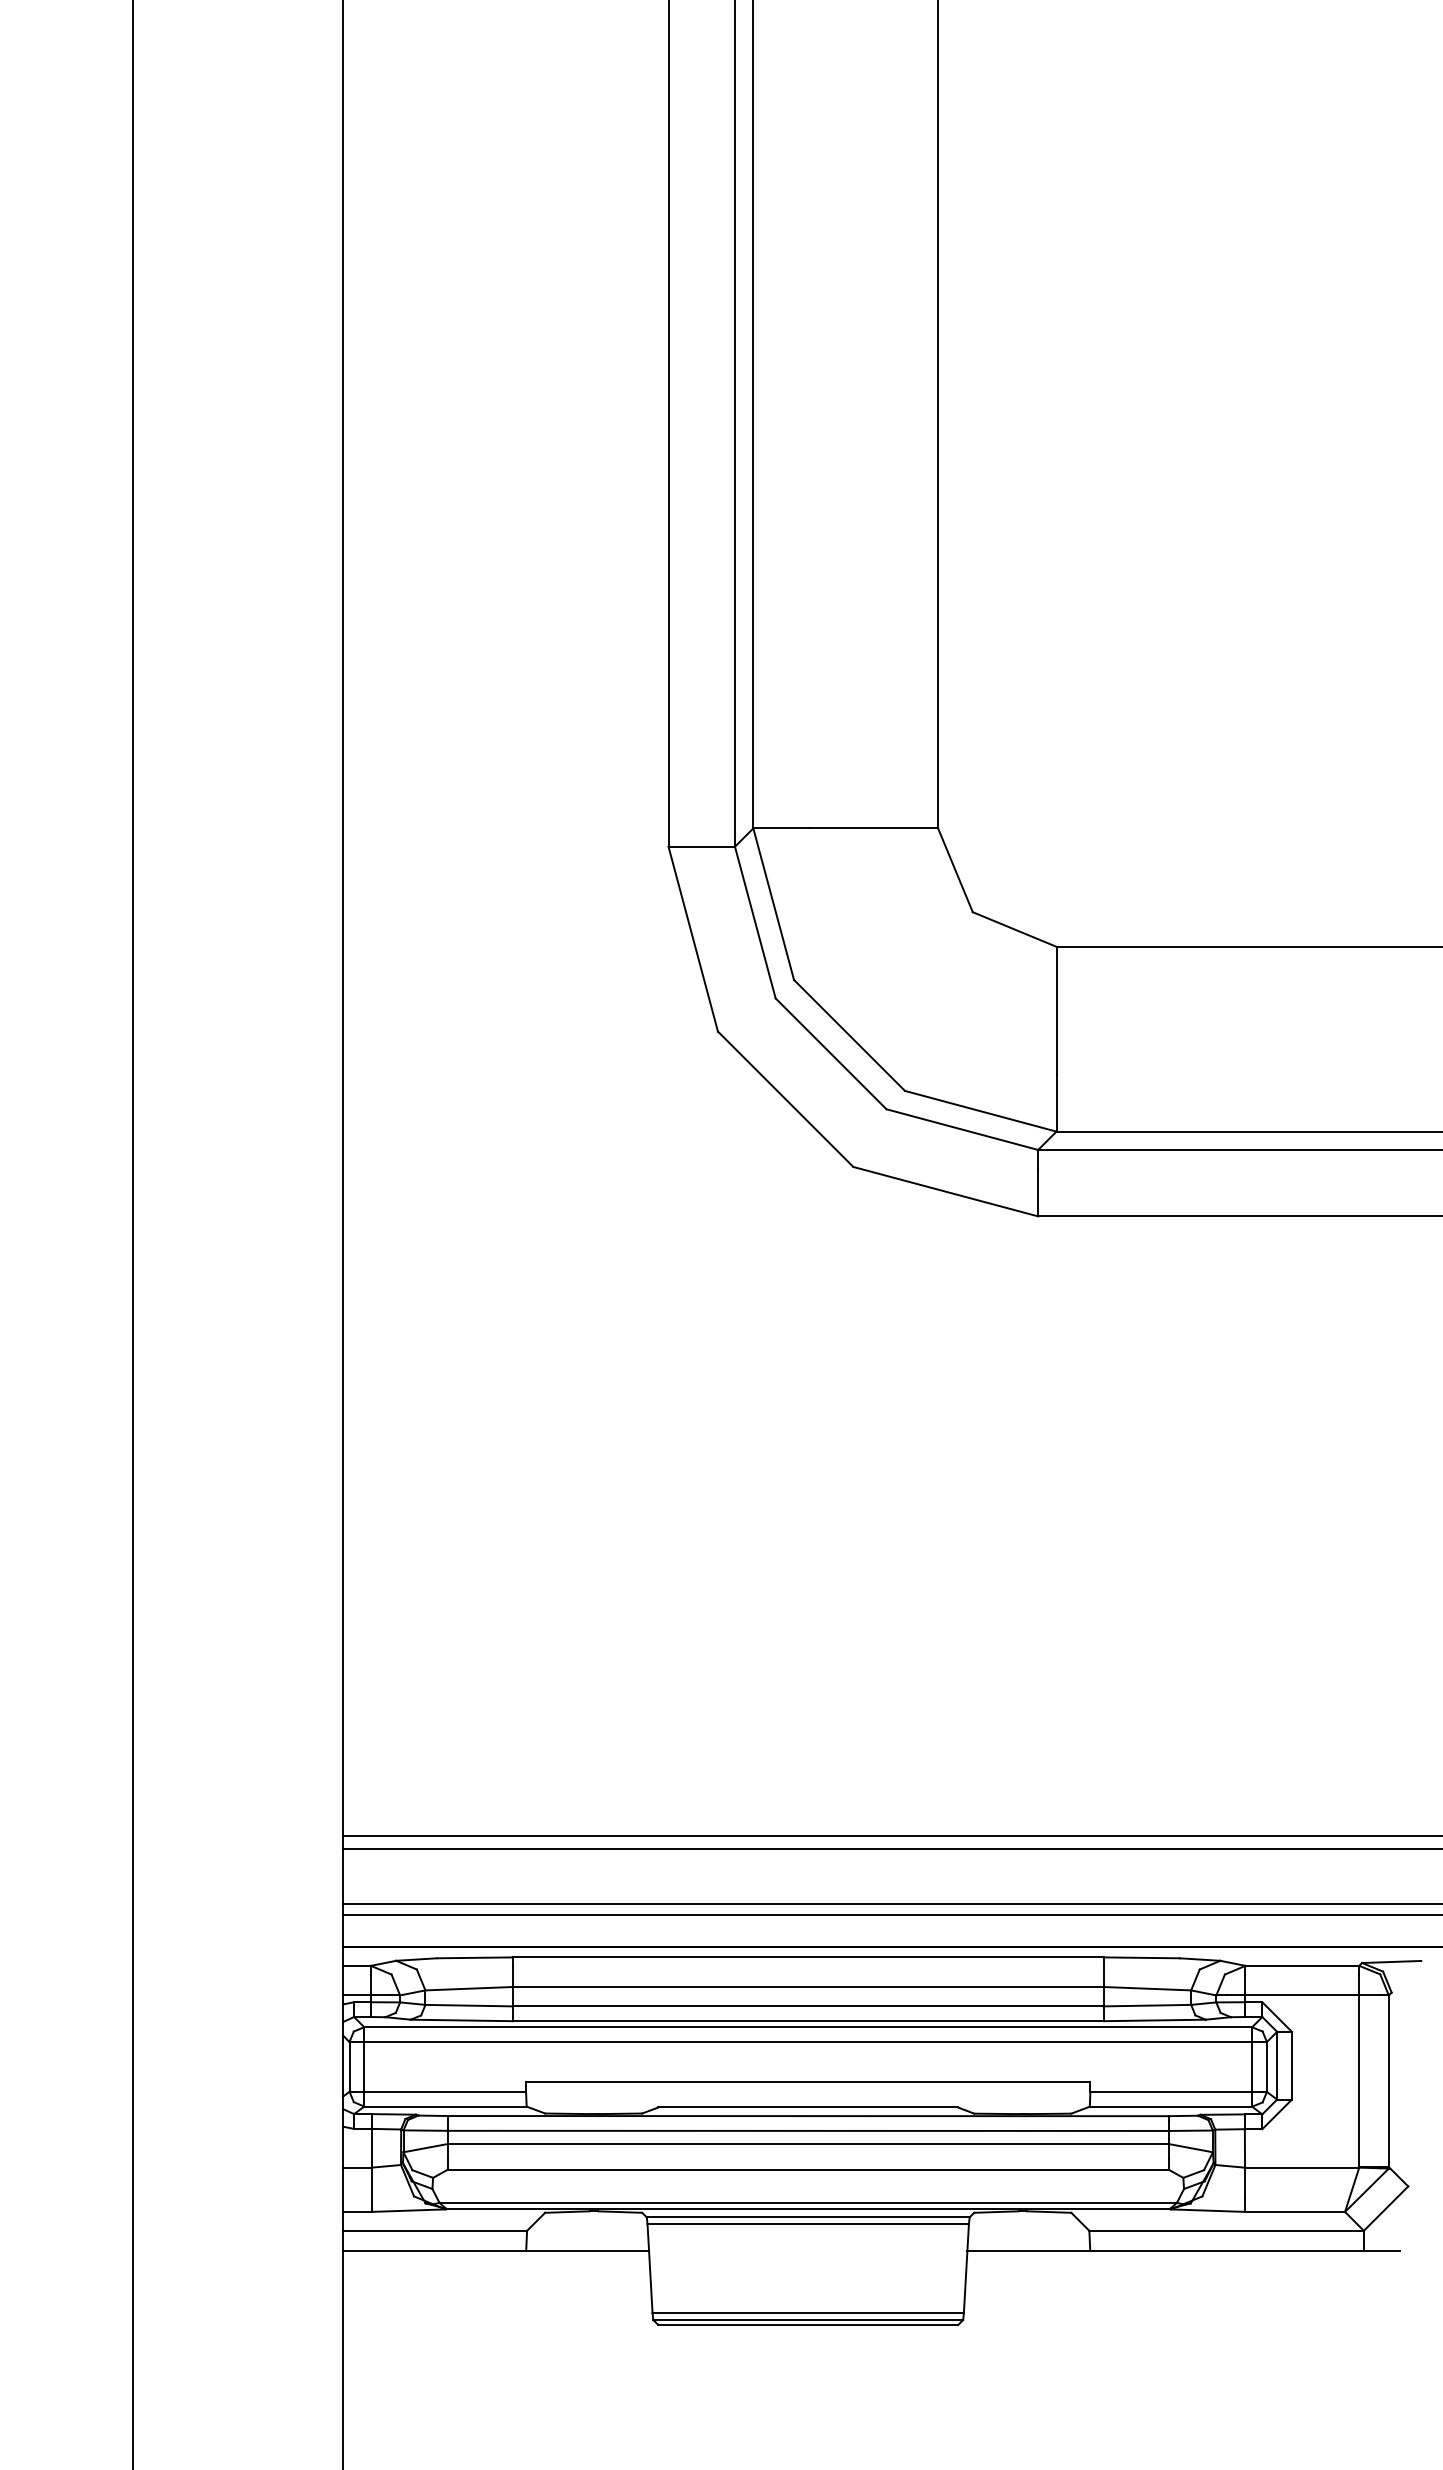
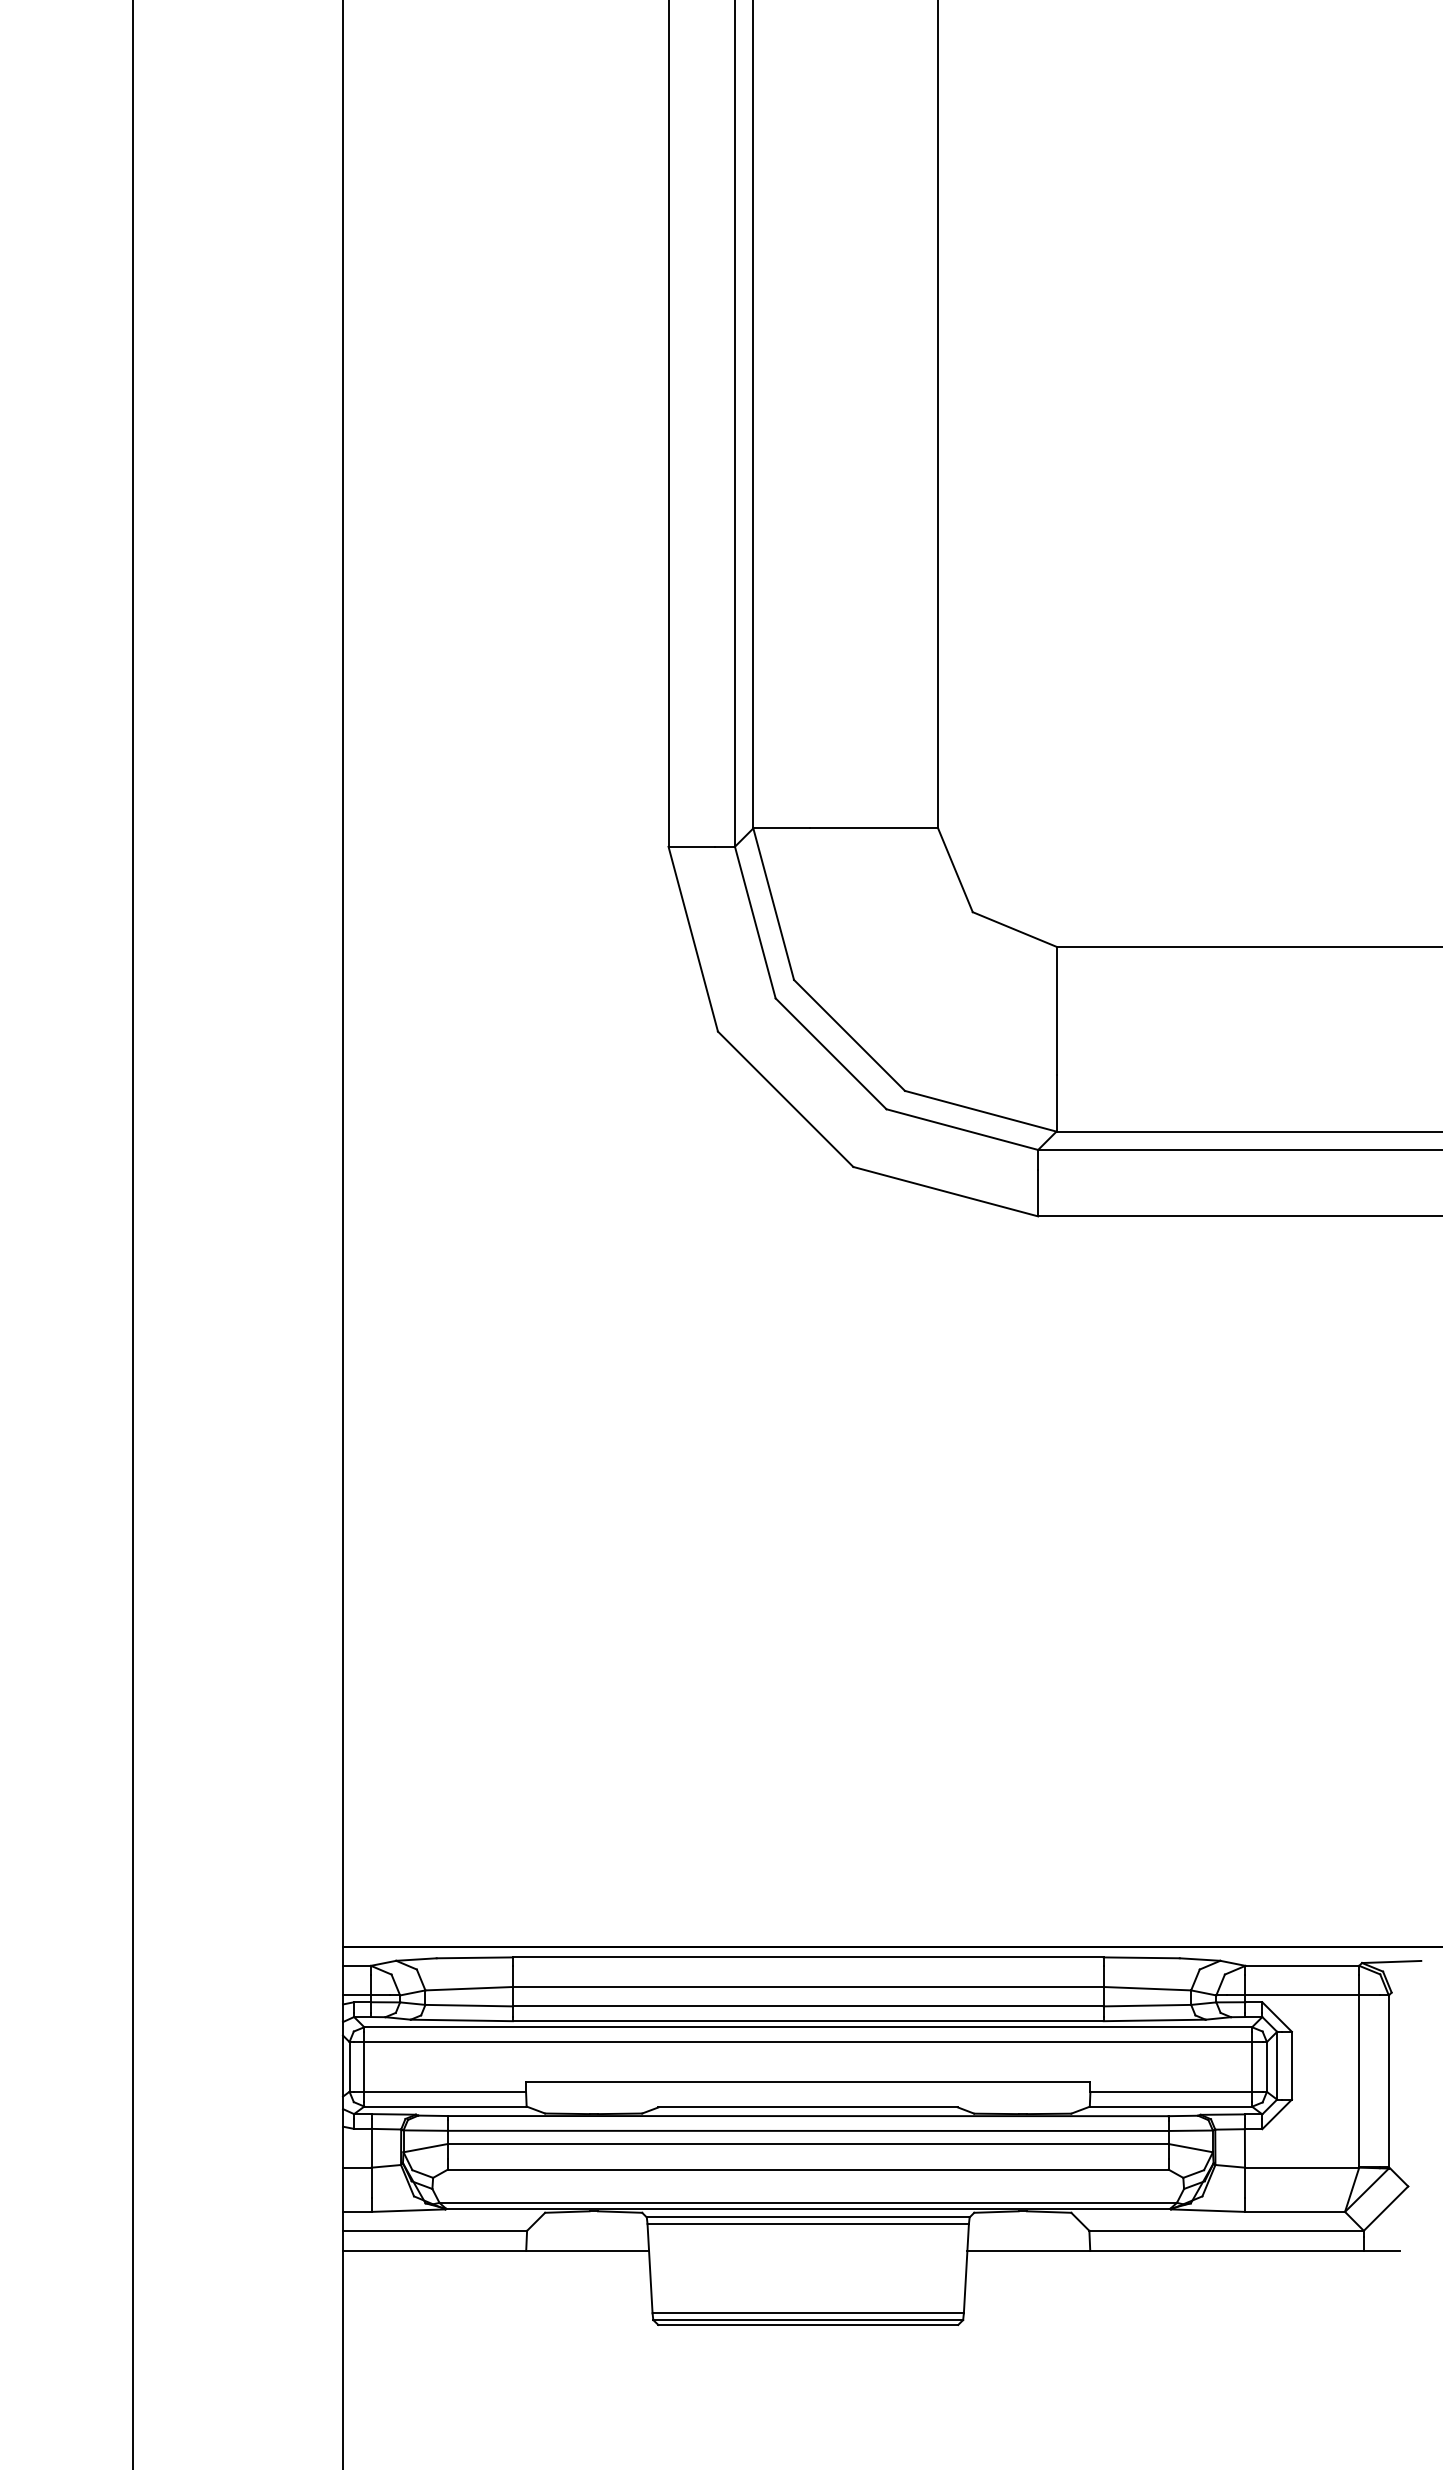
line at (891, 1835): present -> none
line at (891, 1848): present -> none
line at (891, 1904): present -> none
line at (891, 1914): present -> none
